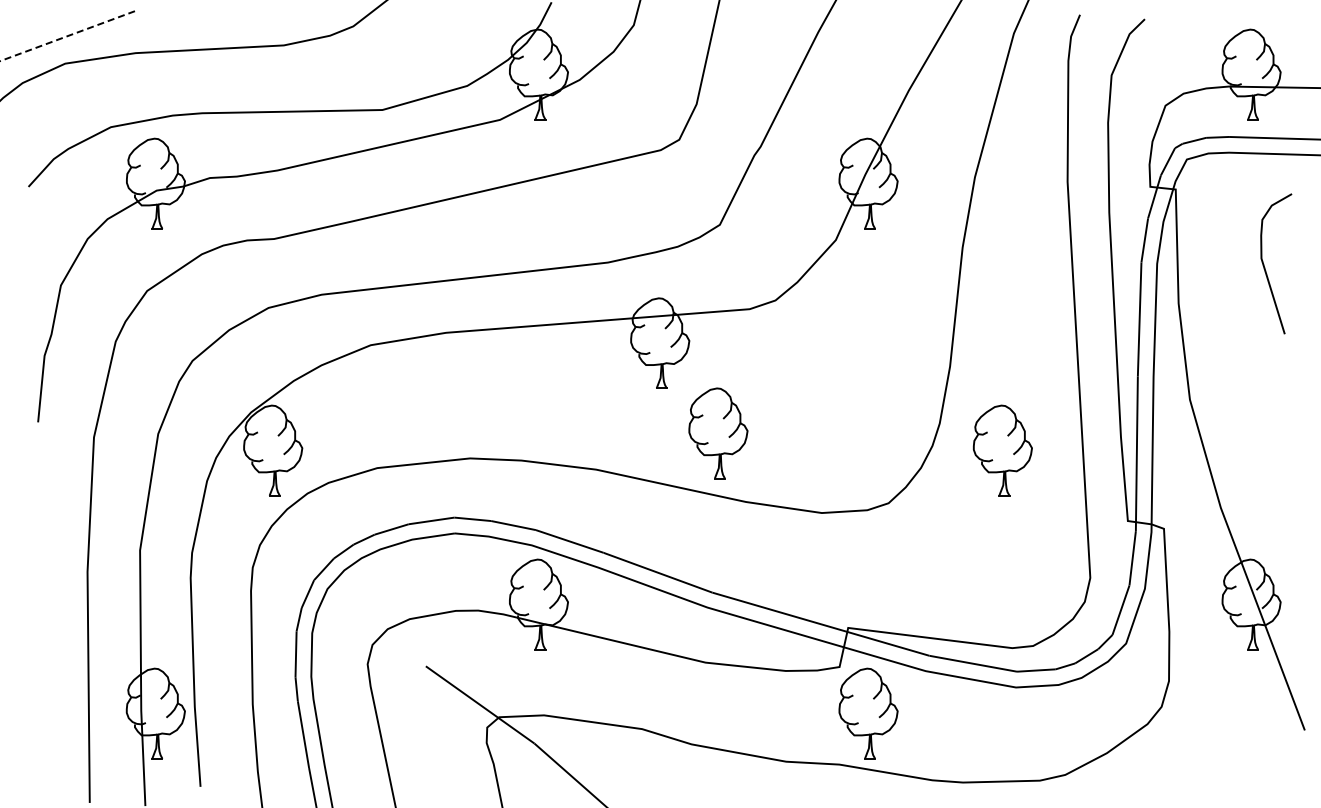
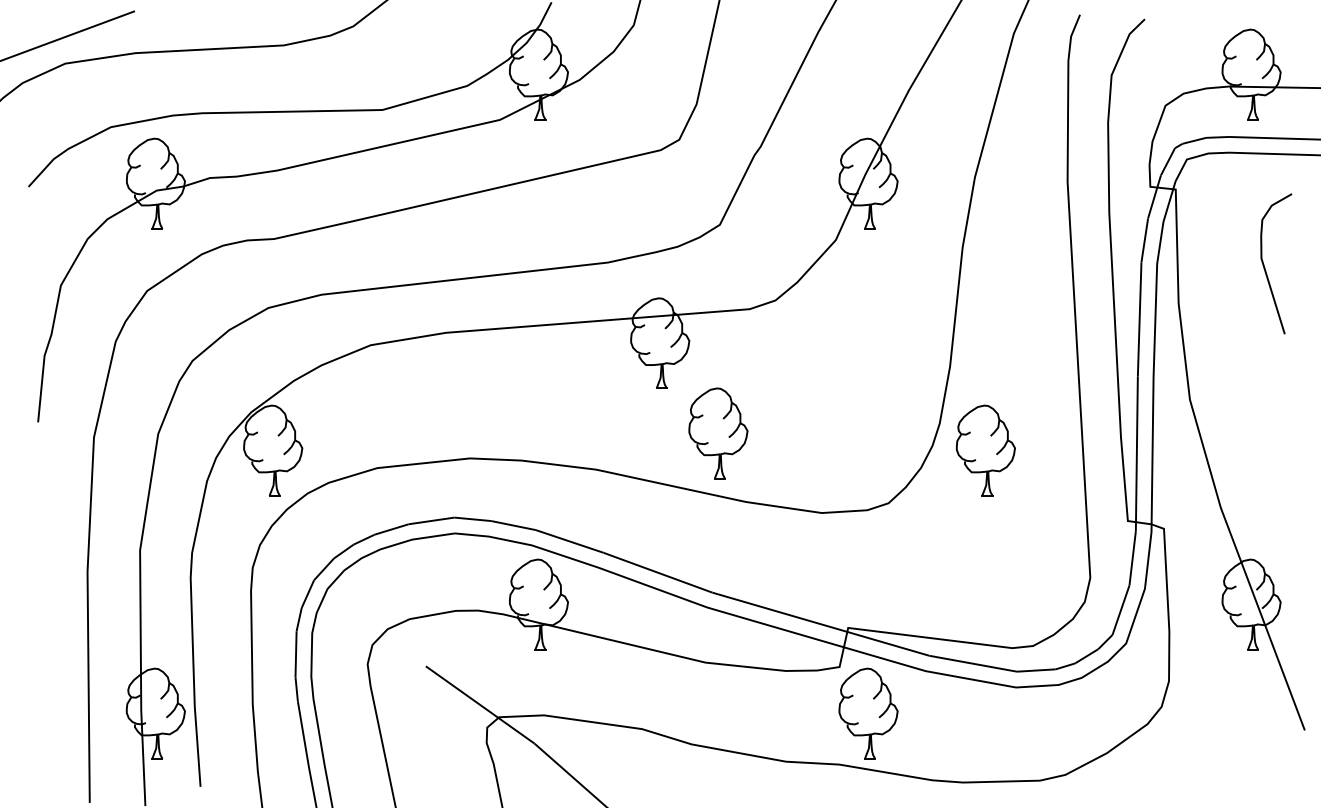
line at (67, 36): dashed -> solid
part at (1002, 450) position: (1002, 450) -> (985, 450)
